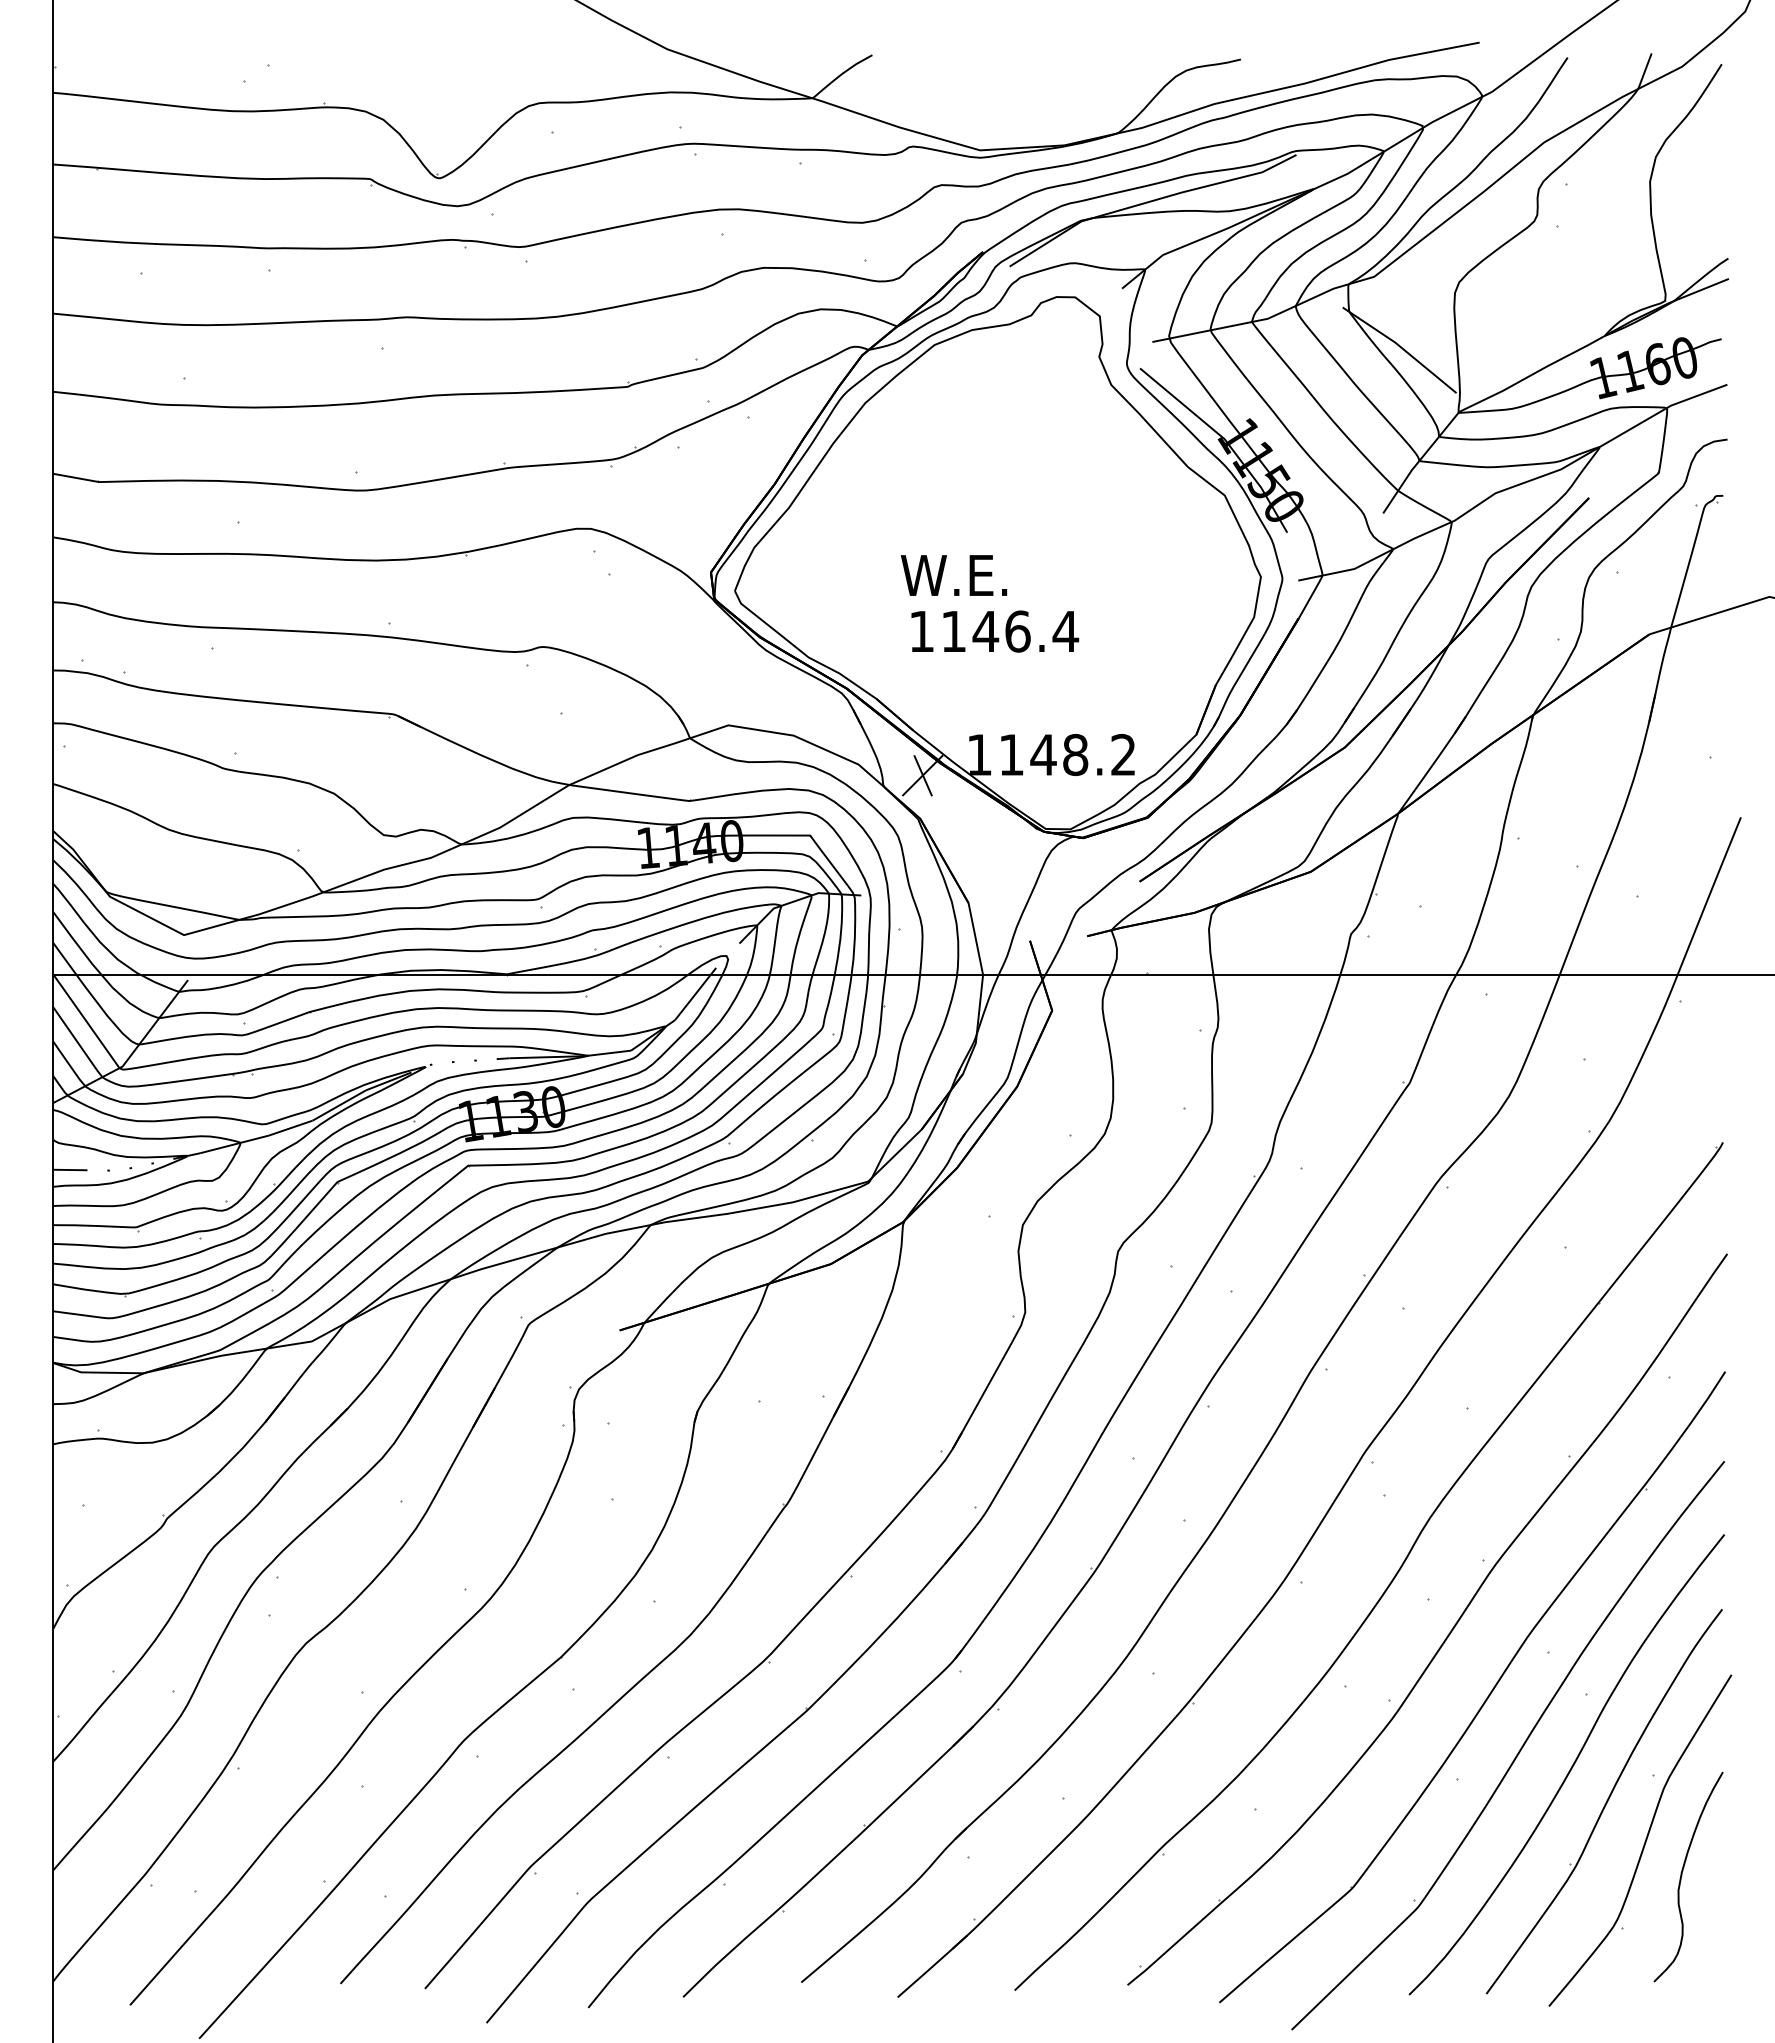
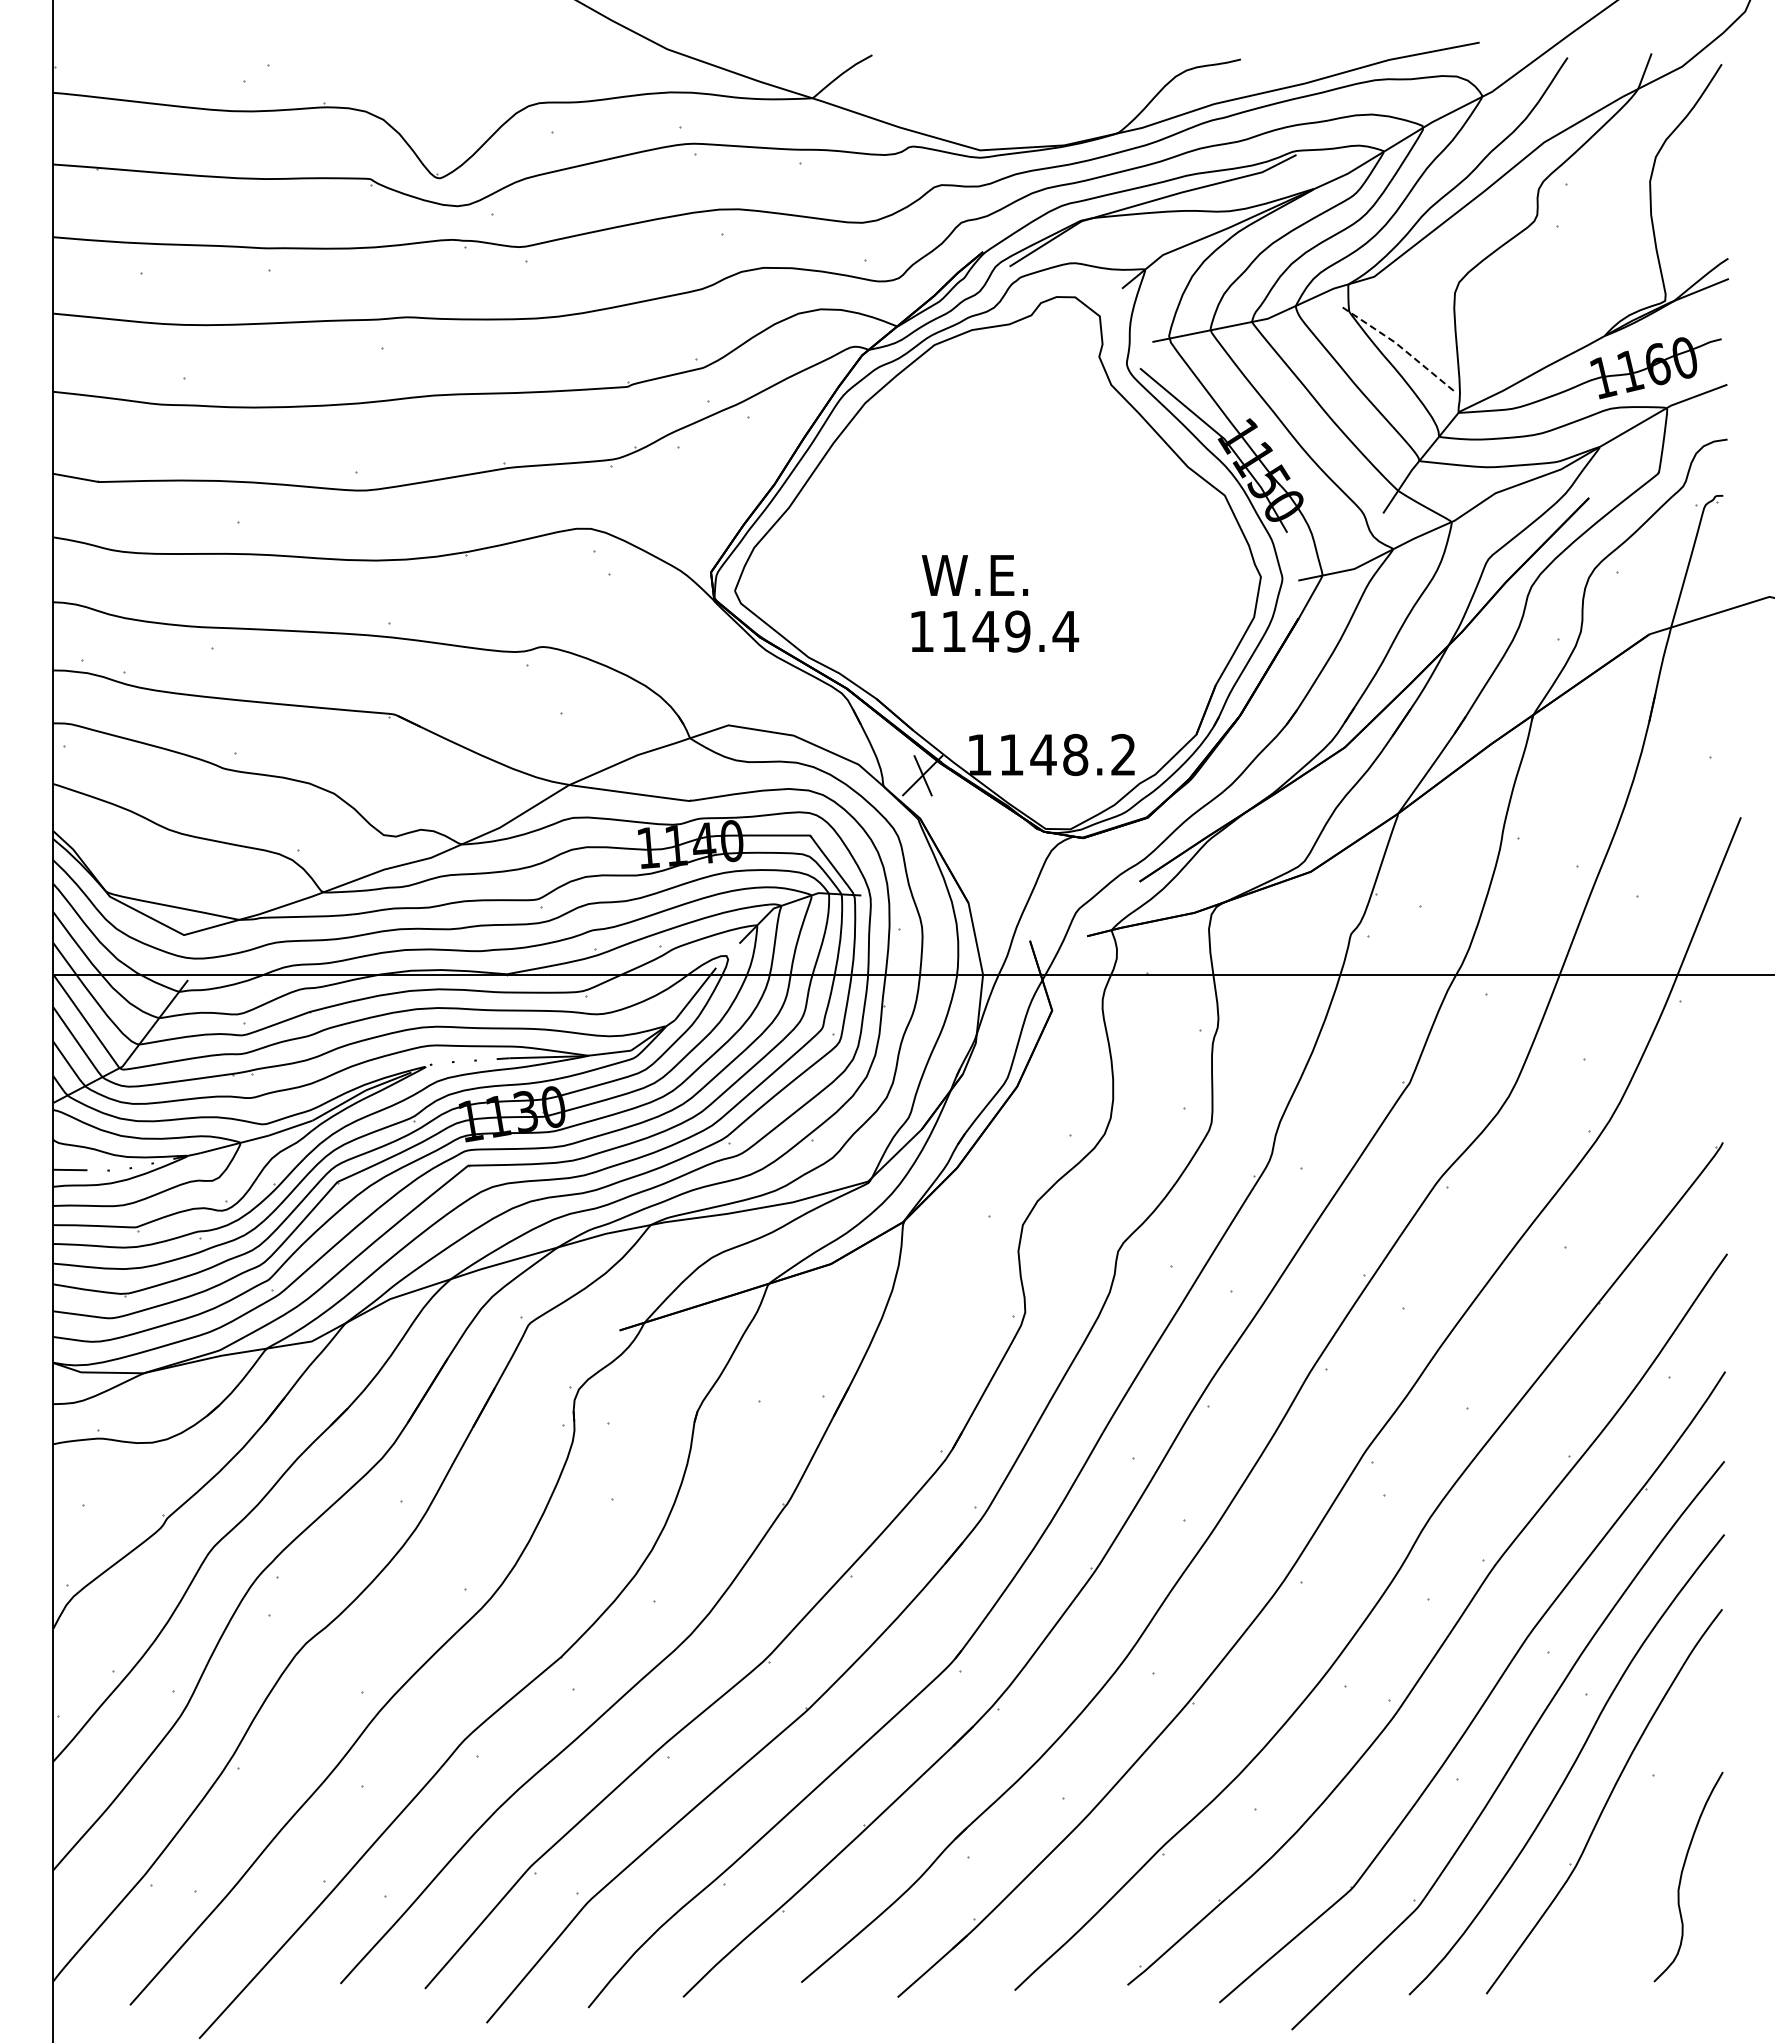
line at (1401, 347): solid -> dashed
text at (953, 575) position: (953, 575) -> (974, 575)
text at (1017, 631): 1146.4 -> 1149.4
part at (1640, 1840): present -> none
